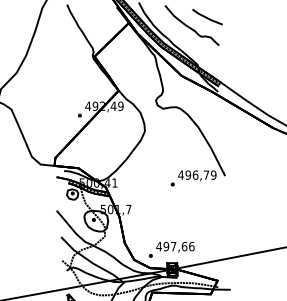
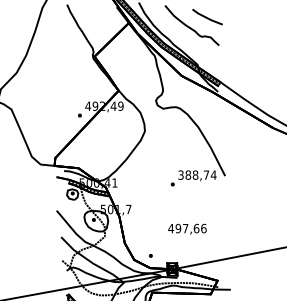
text at (197, 174): 496,79 -> 388,74
text at (175, 246) position: (175, 246) -> (187, 228)
